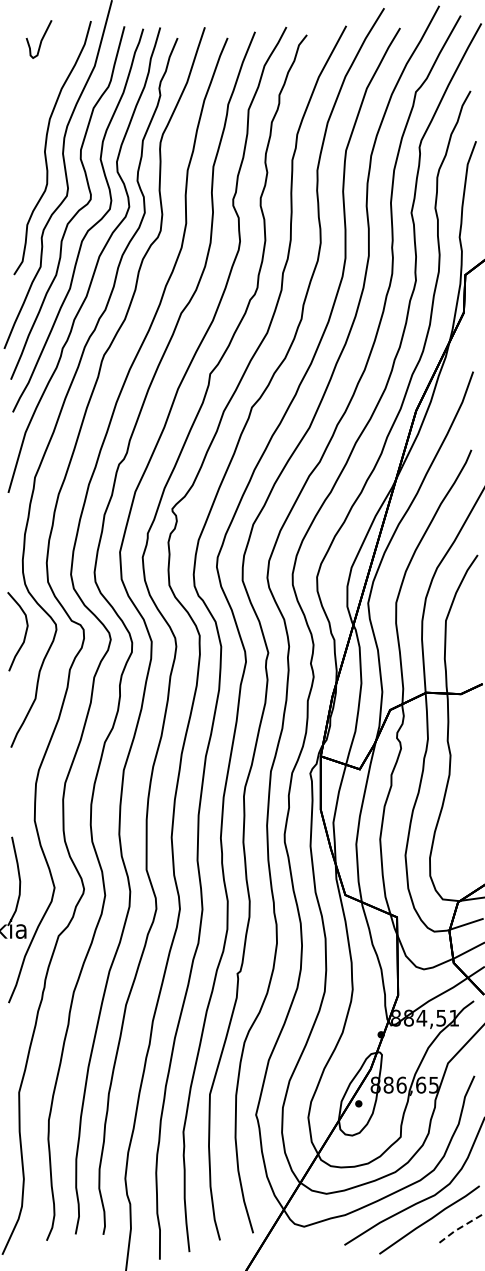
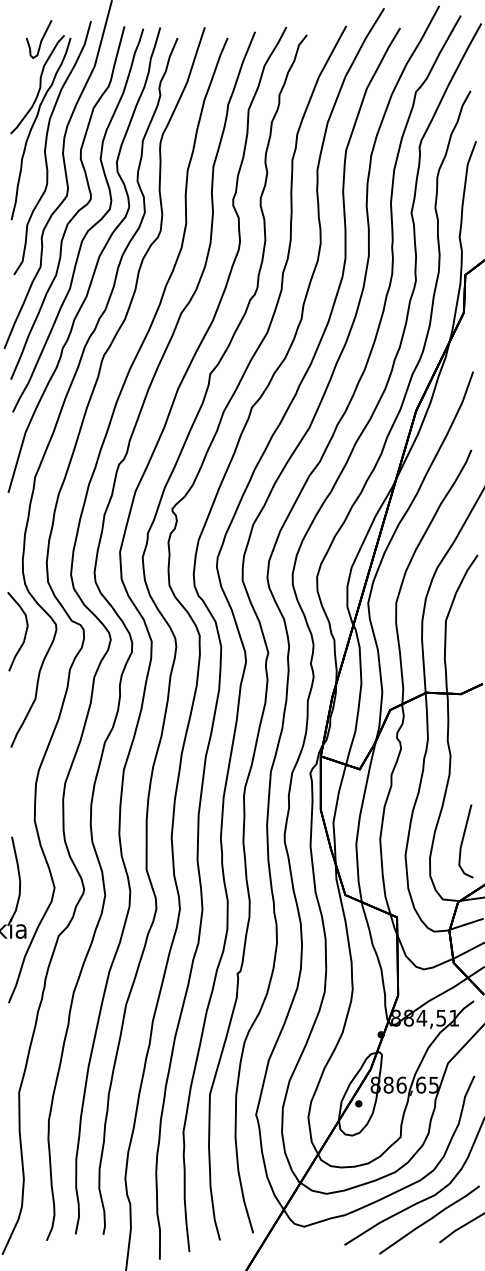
part at (34, 124): none -> present
line at (463, 841): none -> present
line at (460, 1227): dashed -> solid
